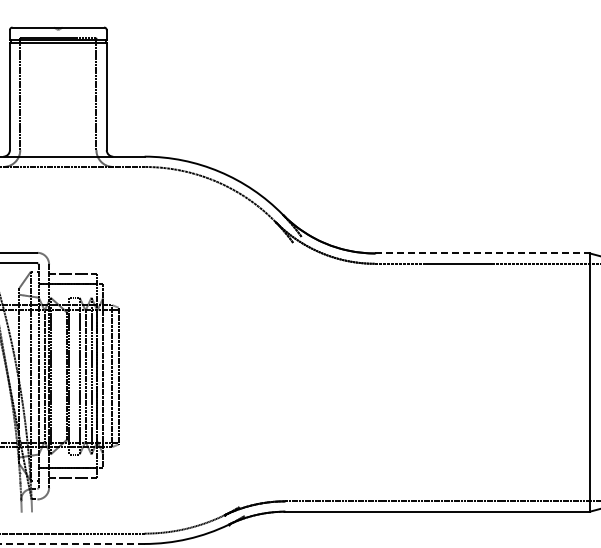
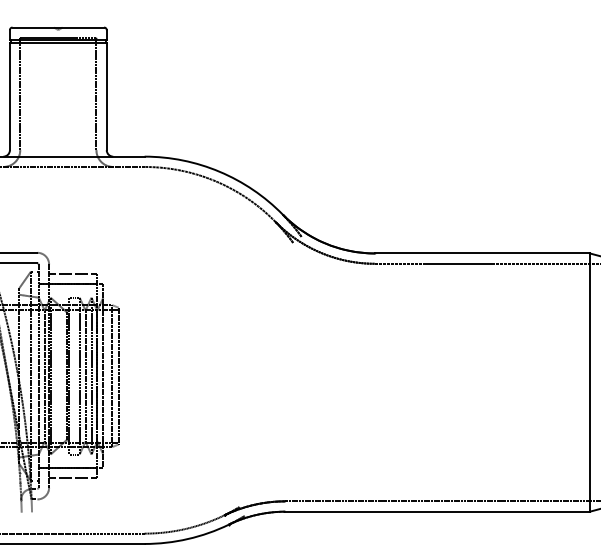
line at (483, 253): dashed -> solid
line at (72, 543): dashed -> solid
